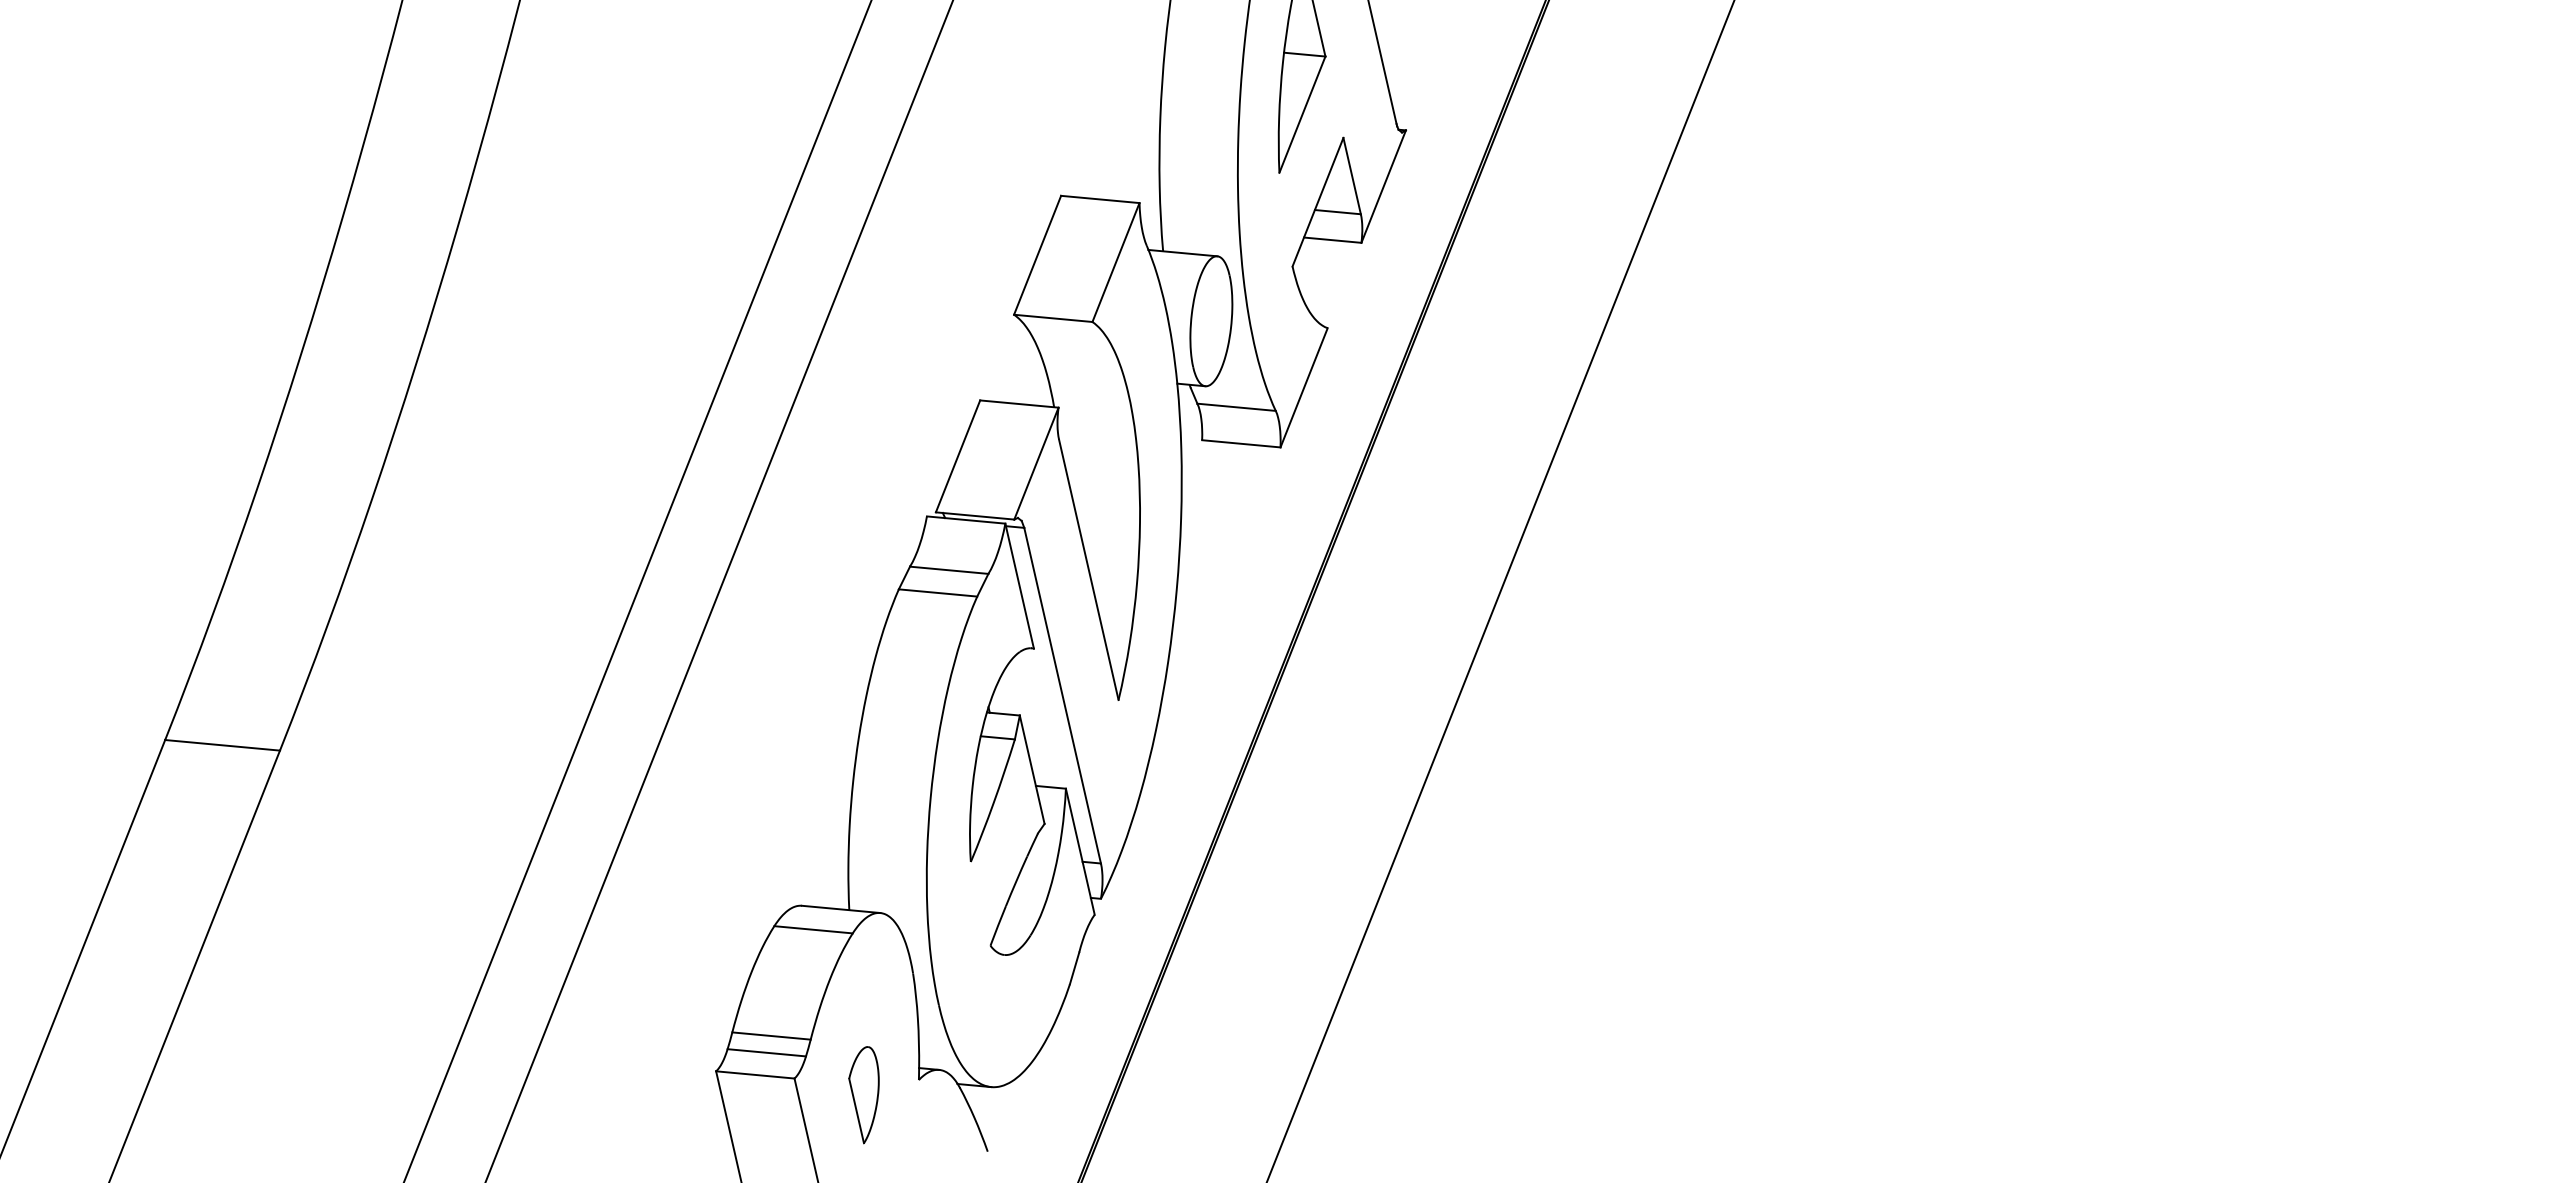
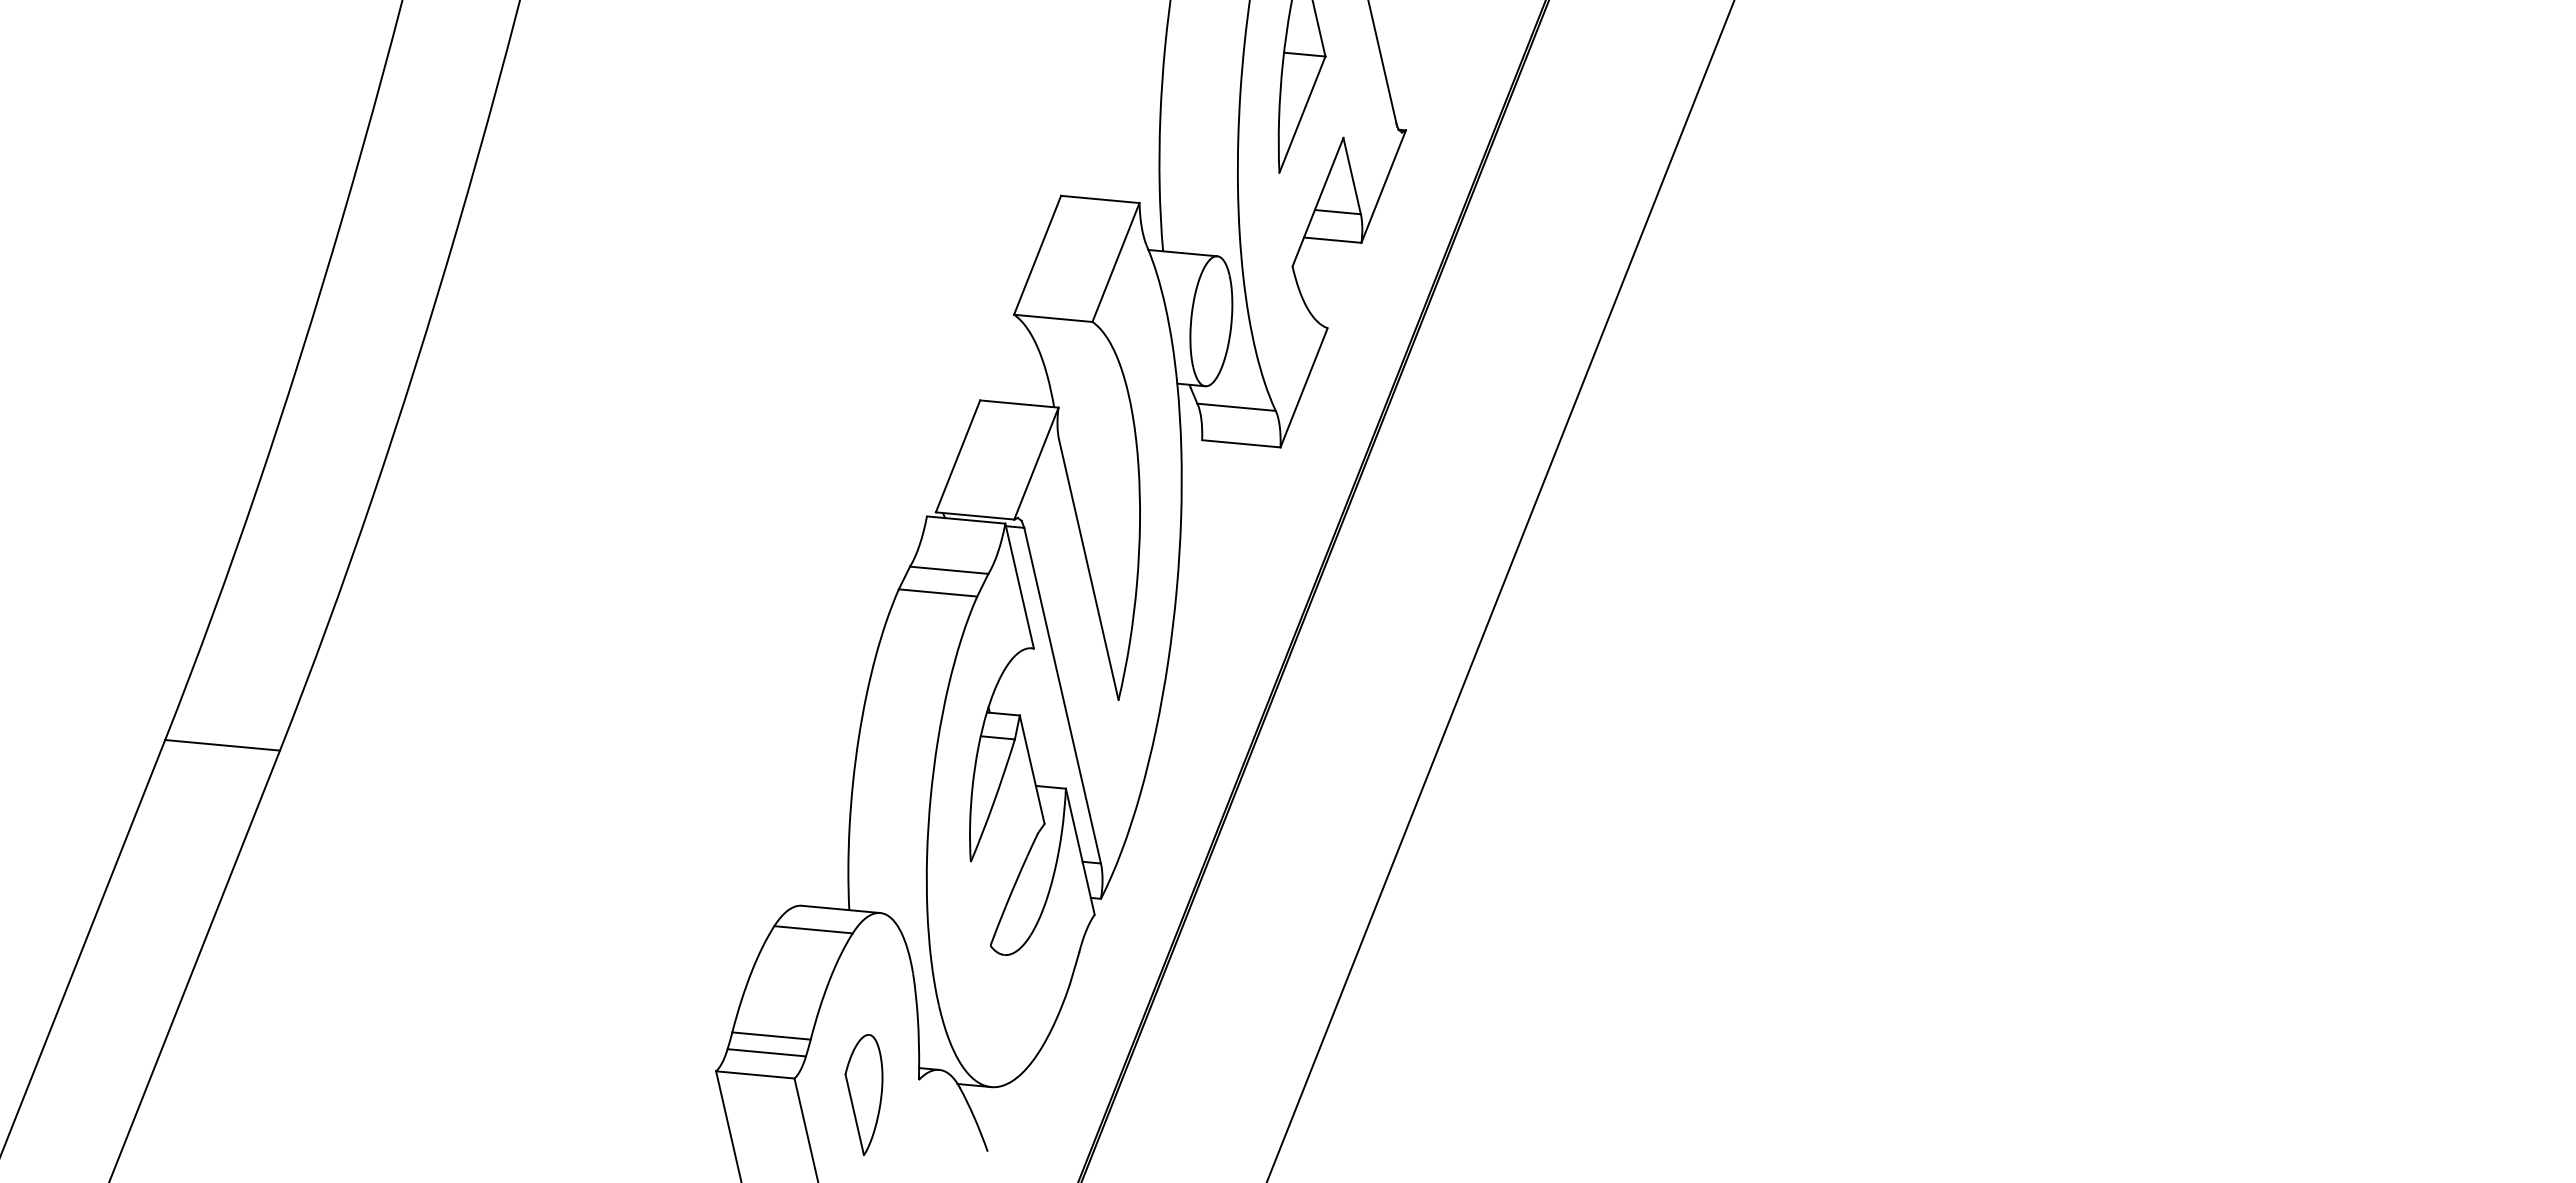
line at (637, 590): present -> none
line at (719, 590): present -> none
part at (863, 1095) size: 32x99 px -> 40x123 px
